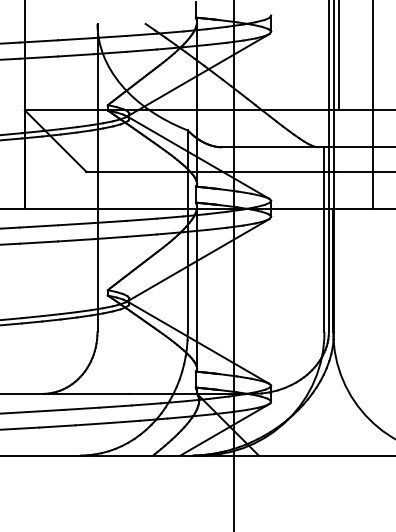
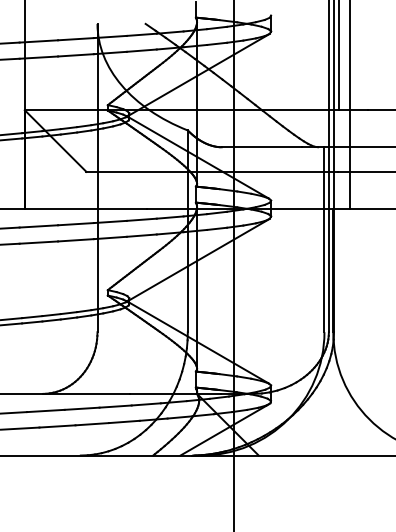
line at (373, 105) position: (373, 105) -> (350, 105)
